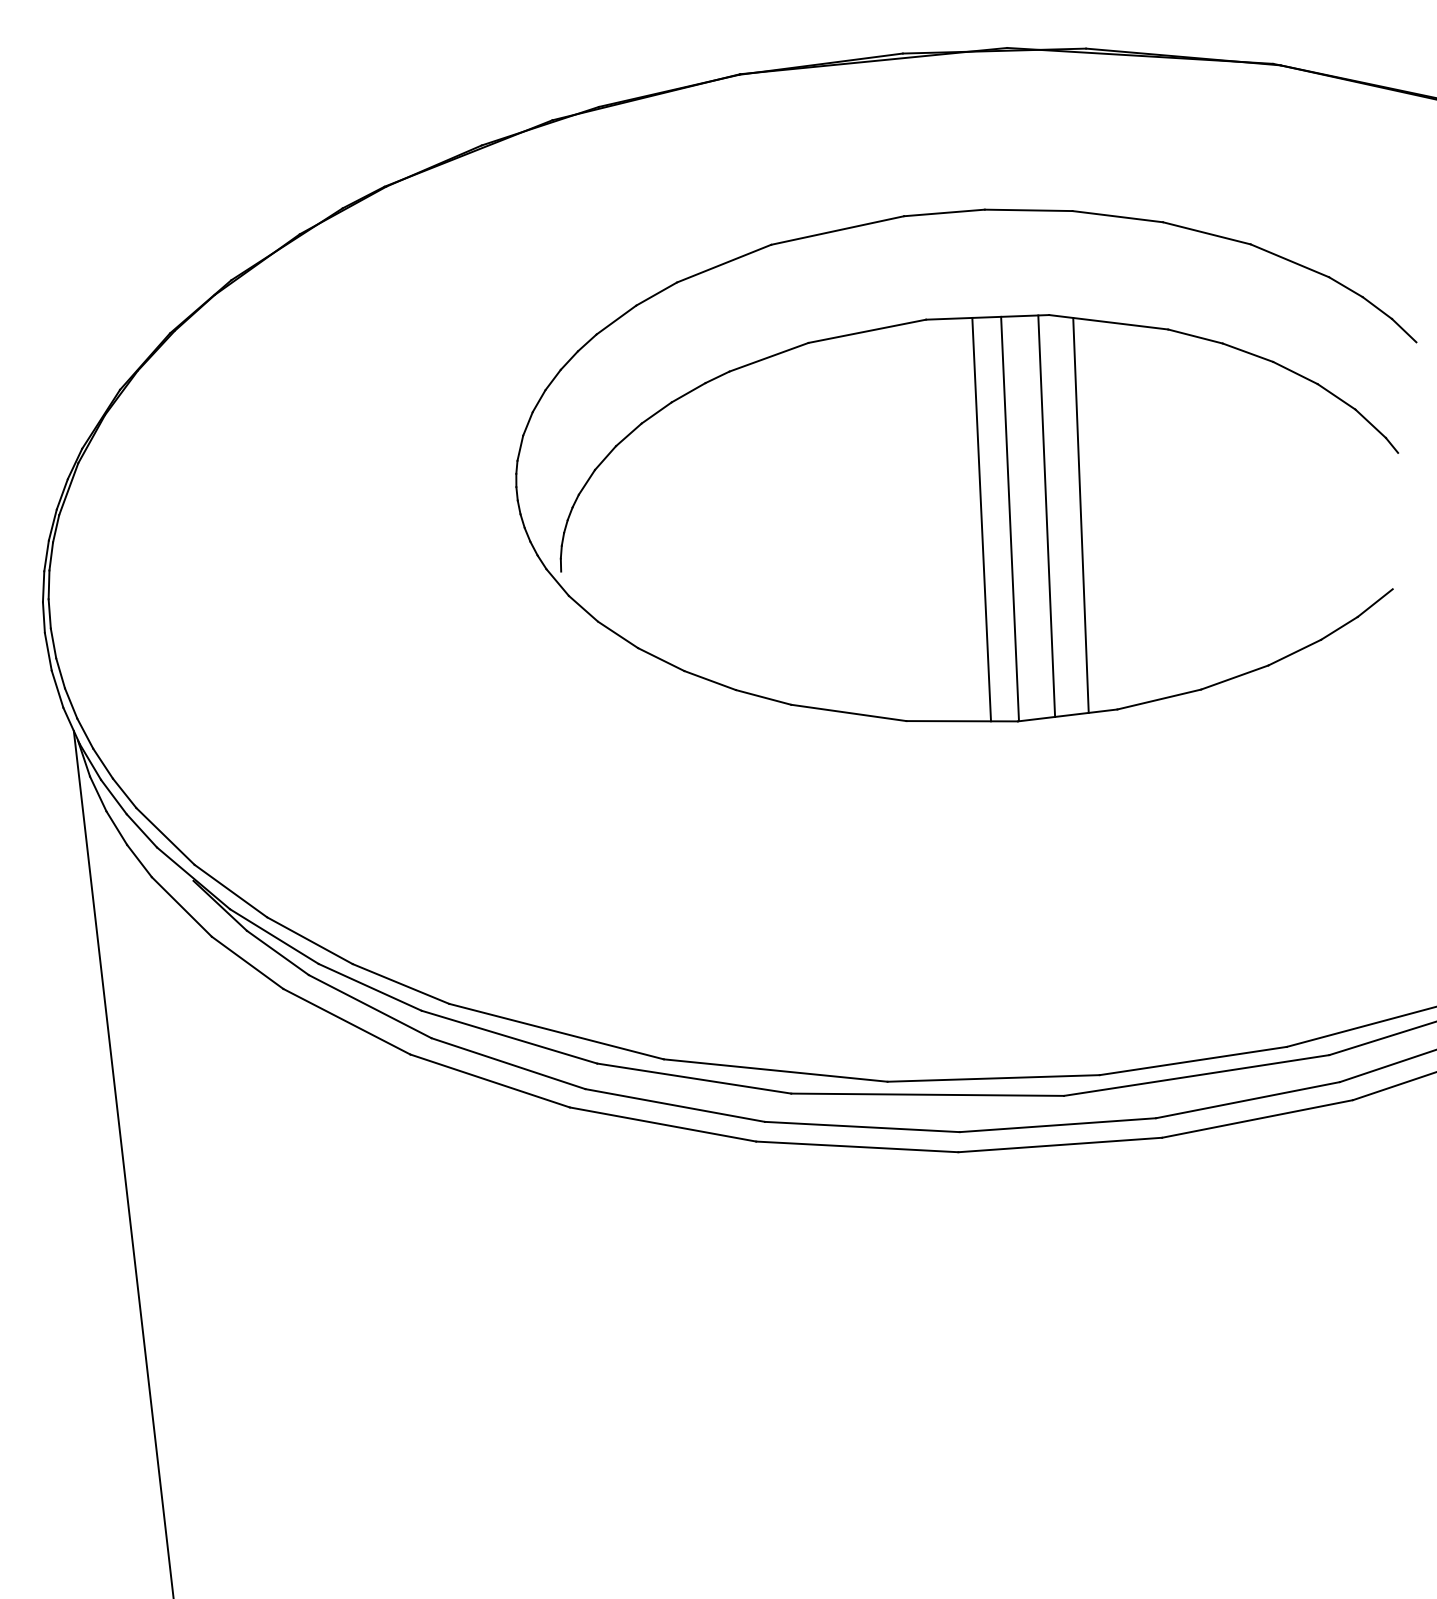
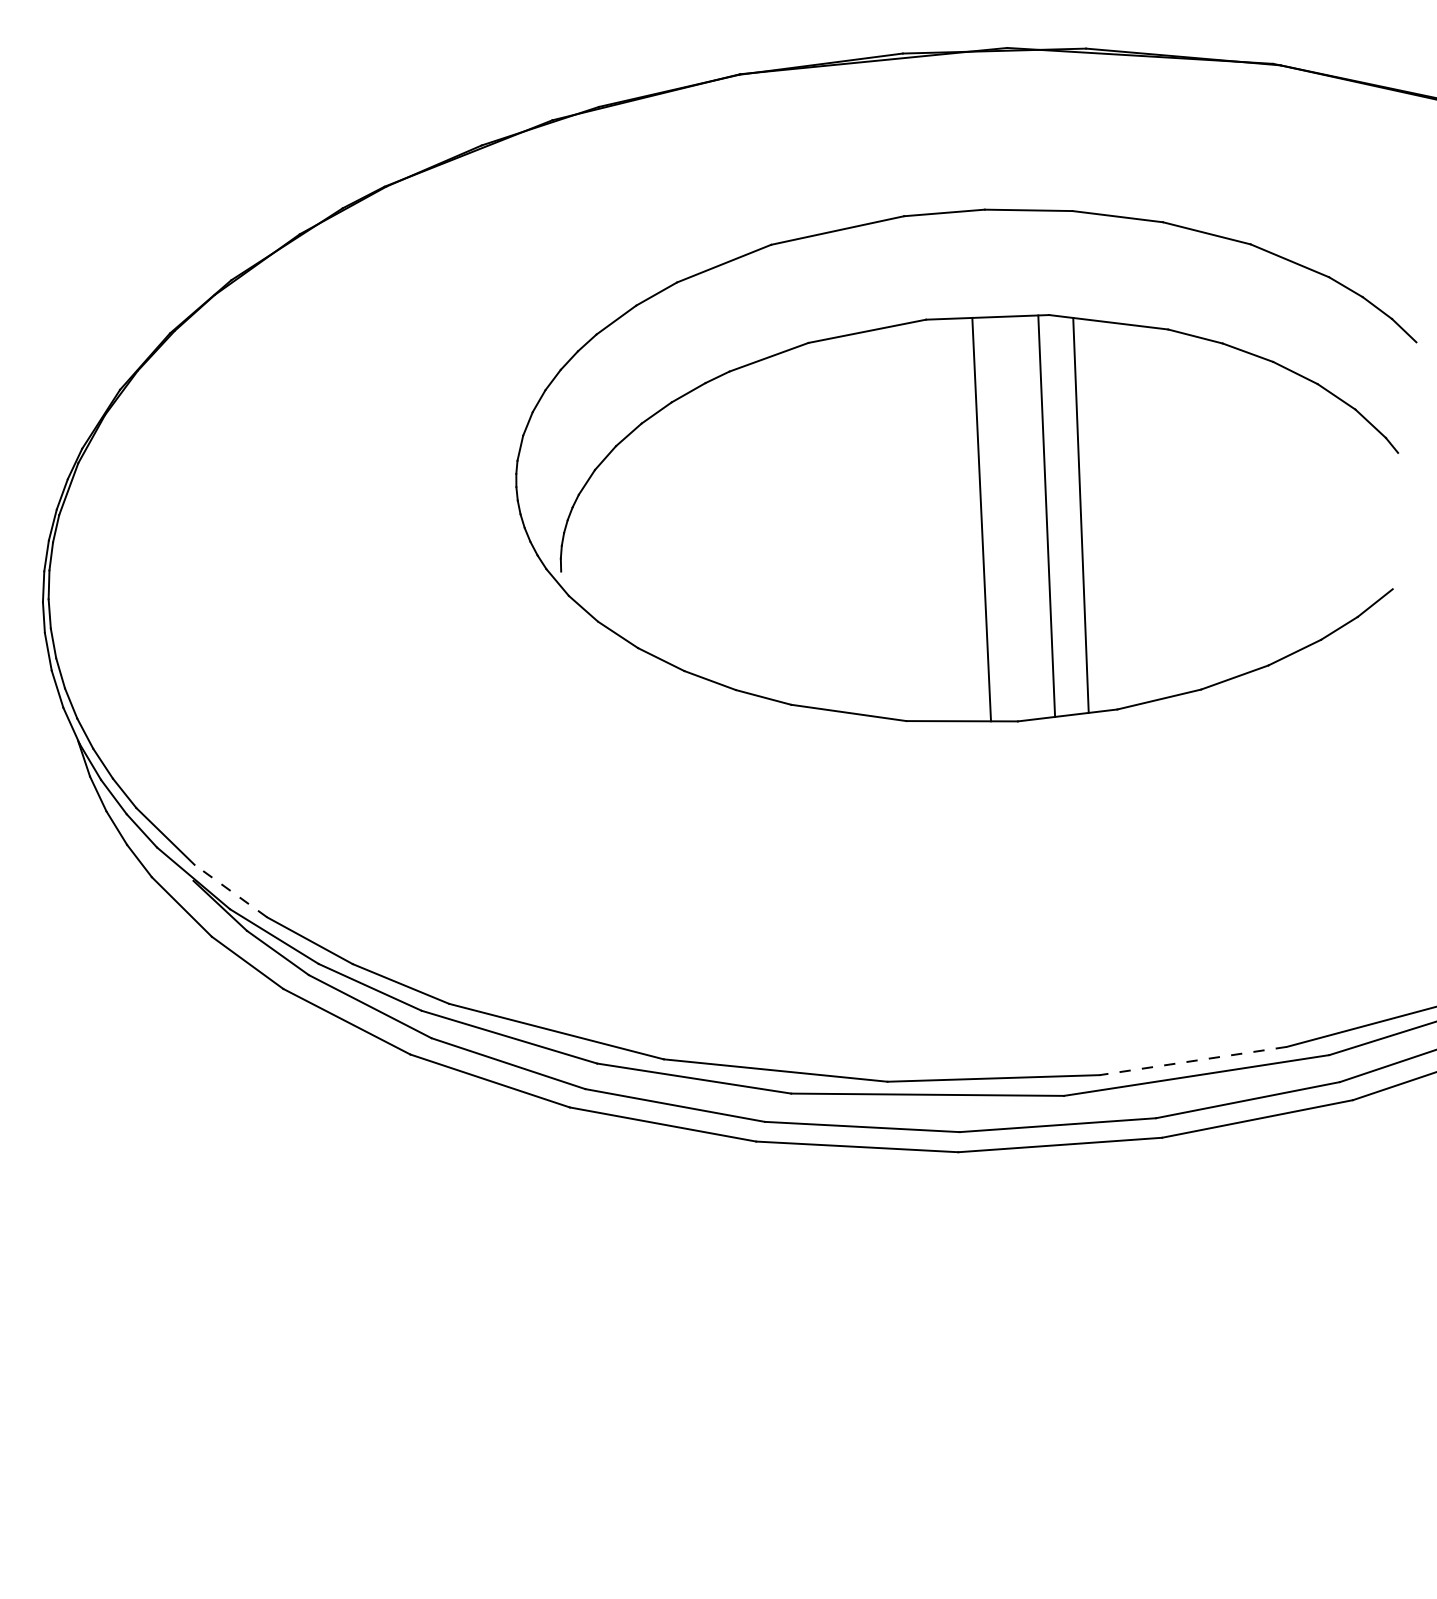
line at (1009, 518): present -> none
line at (230, 891): solid -> dashed
line at (1193, 1061): solid -> dashed
line at (123, 1162): present -> none
